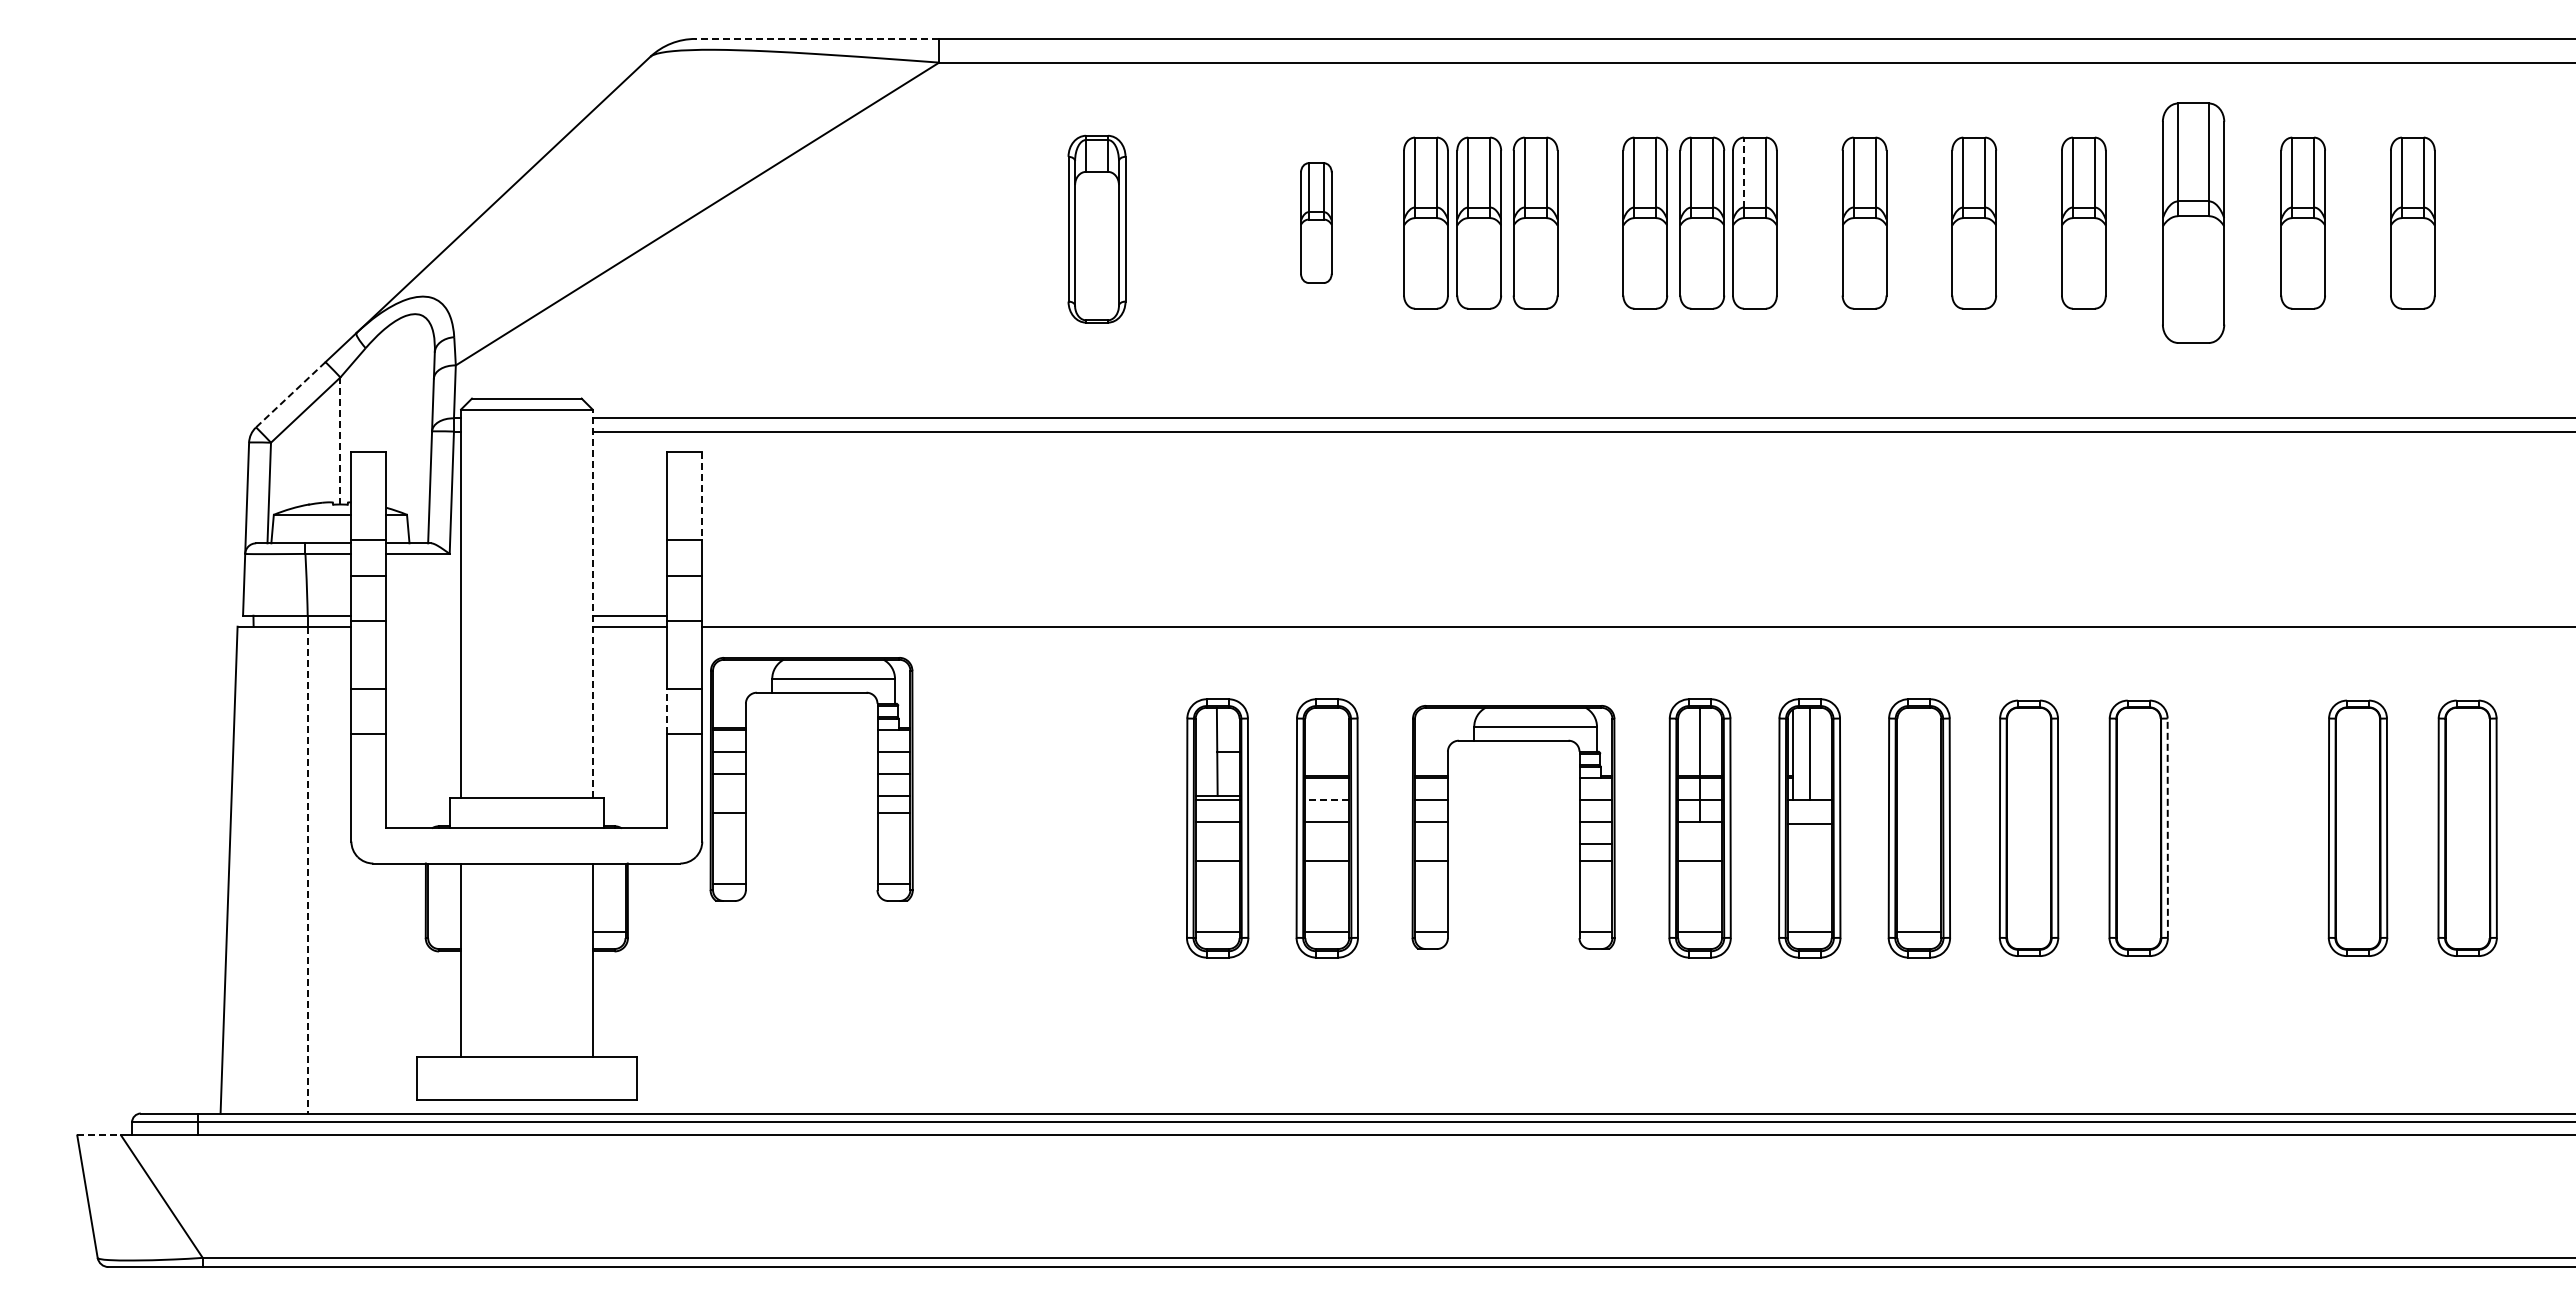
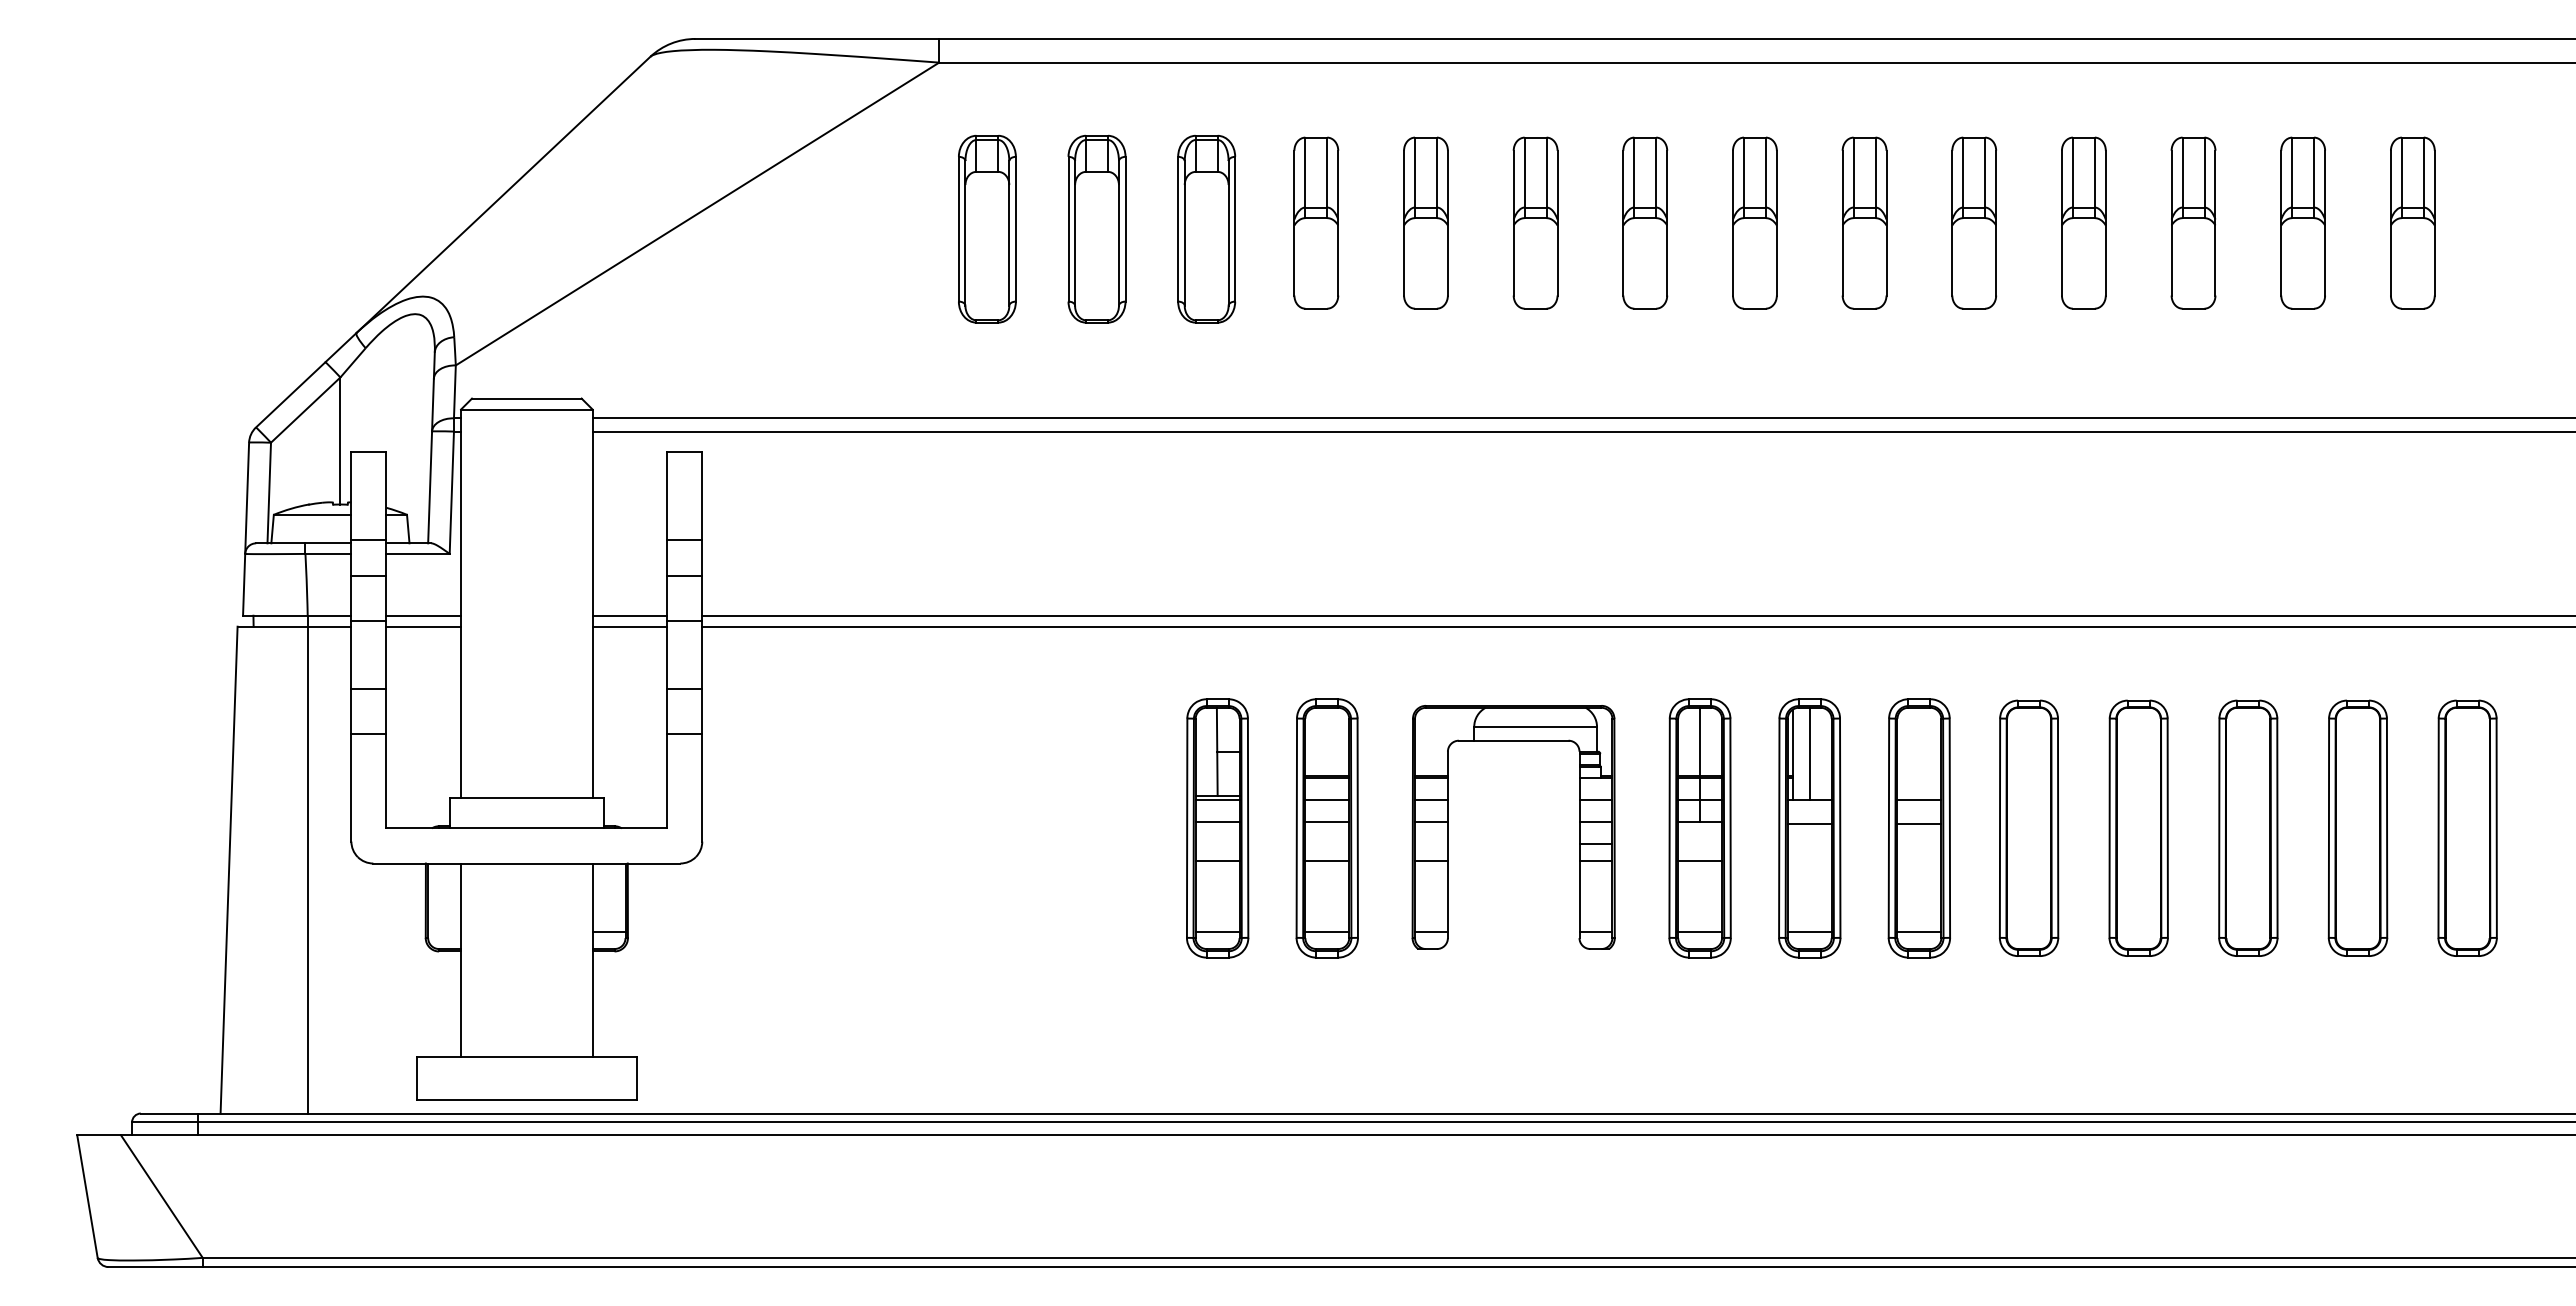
line at (817, 38): dashed -> solid
line at (1743, 172): dashed -> solid
part at (1316, 222) size: 33x122 px -> 47x174 px
part at (1478, 222): present -> none
part at (1702, 222): present -> none
part at (2193, 222) size: 64x242 px -> 47x174 px
part at (987, 228): none -> present
part at (1206, 228): none -> present
line at (290, 394): dashed -> solid
line at (340, 441): dashed -> solid
line at (702, 495): dashed -> solid
line at (592, 603): dashed -> solid
line at (423, 615): none -> present
line at (1637, 615): none -> present
line at (423, 626): none -> present
line at (667, 711): dashed -> solid
part at (746, 779): present -> none
line at (1327, 799): dashed -> solid
line at (1919, 799): none -> present
line at (1919, 824): none -> present
part at (2248, 827): none -> present
line at (2167, 828): dashed -> solid
line at (307, 870): dashed -> solid
line at (99, 1135): dashed -> solid
